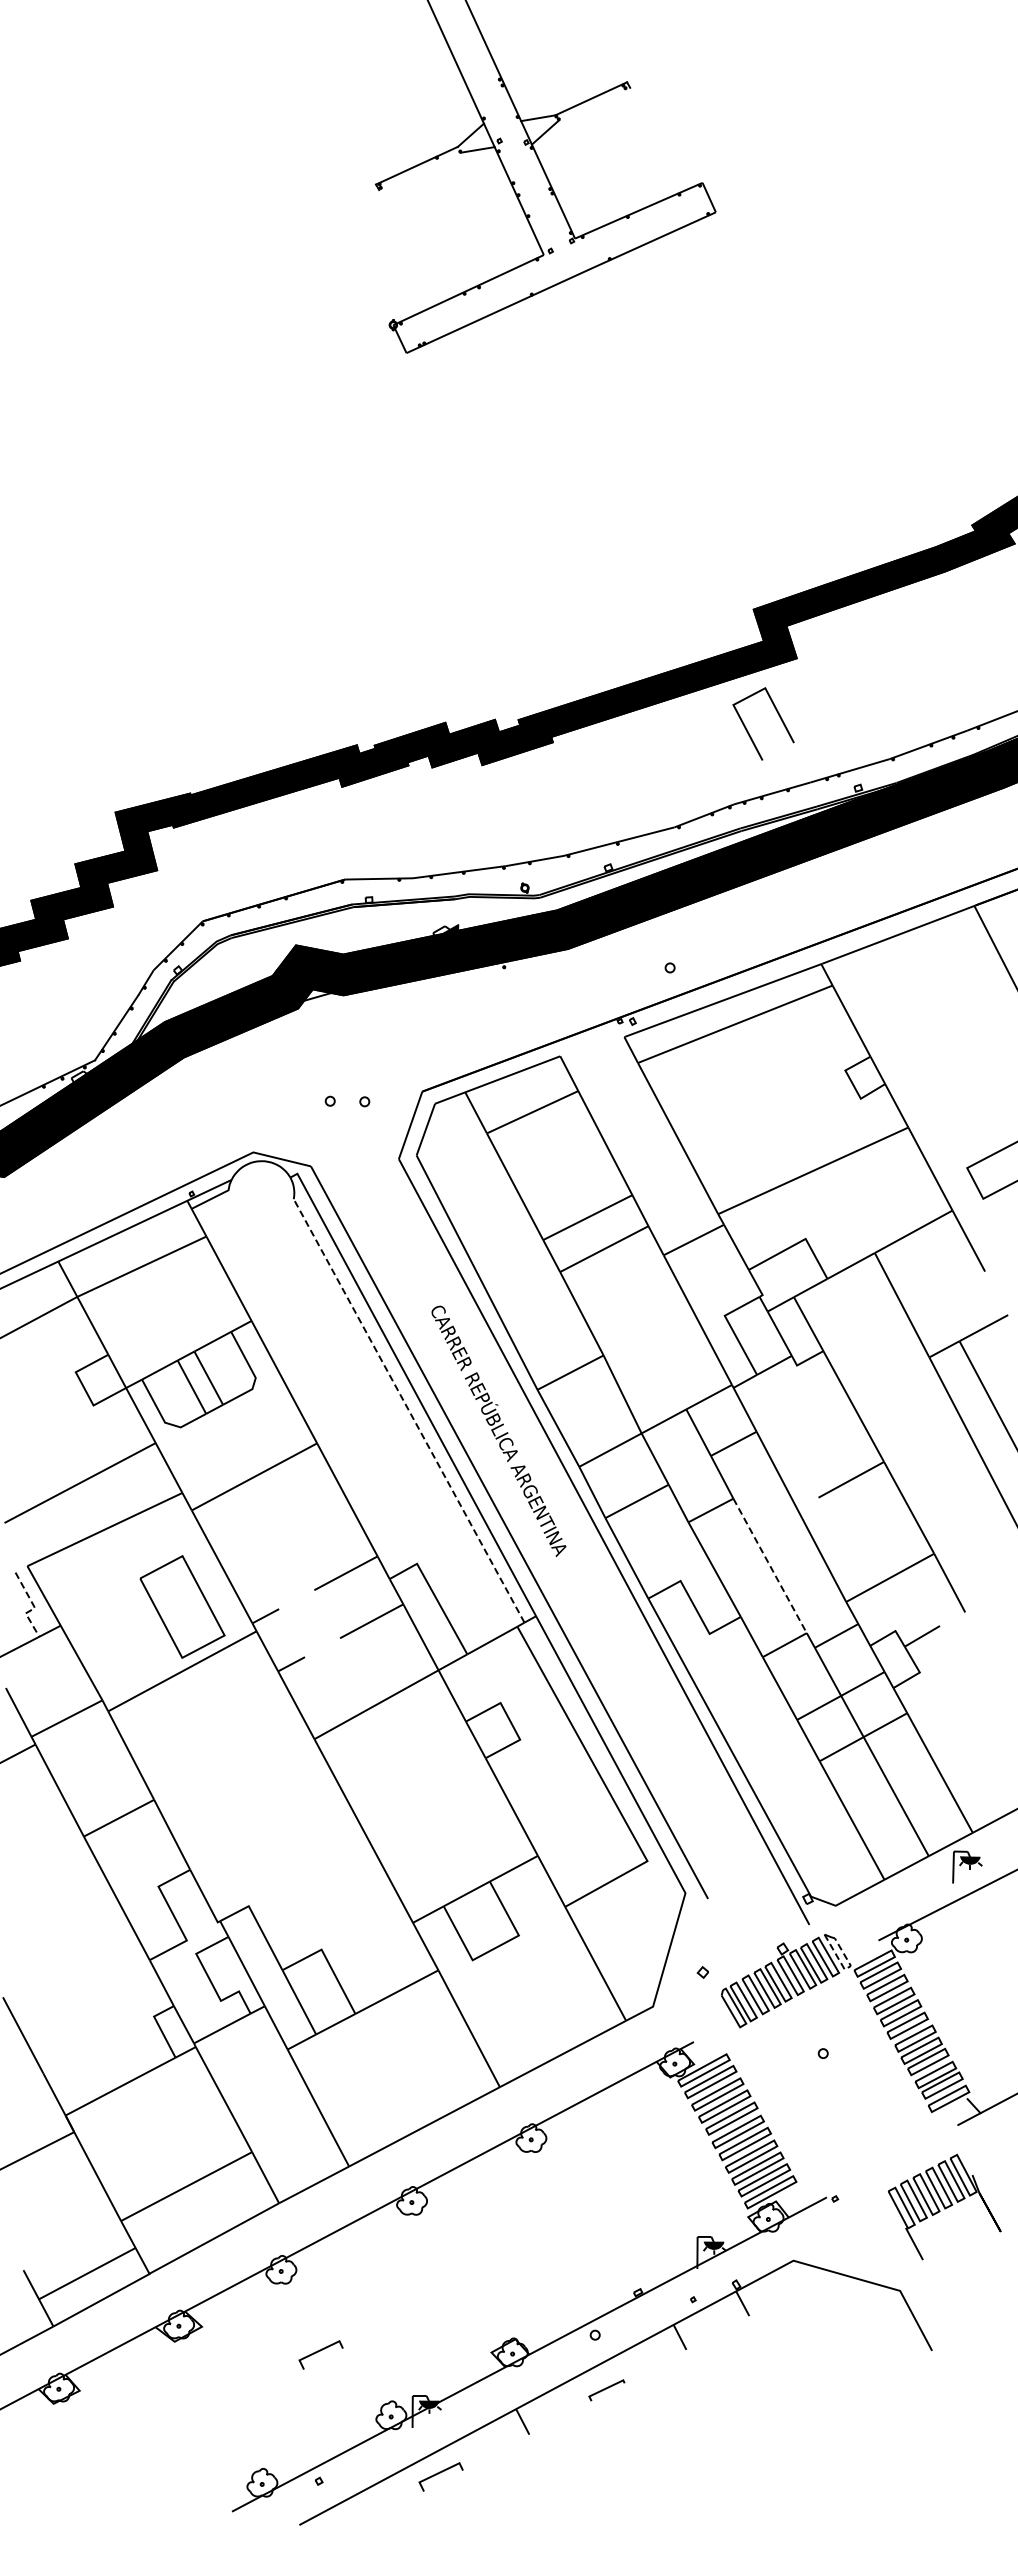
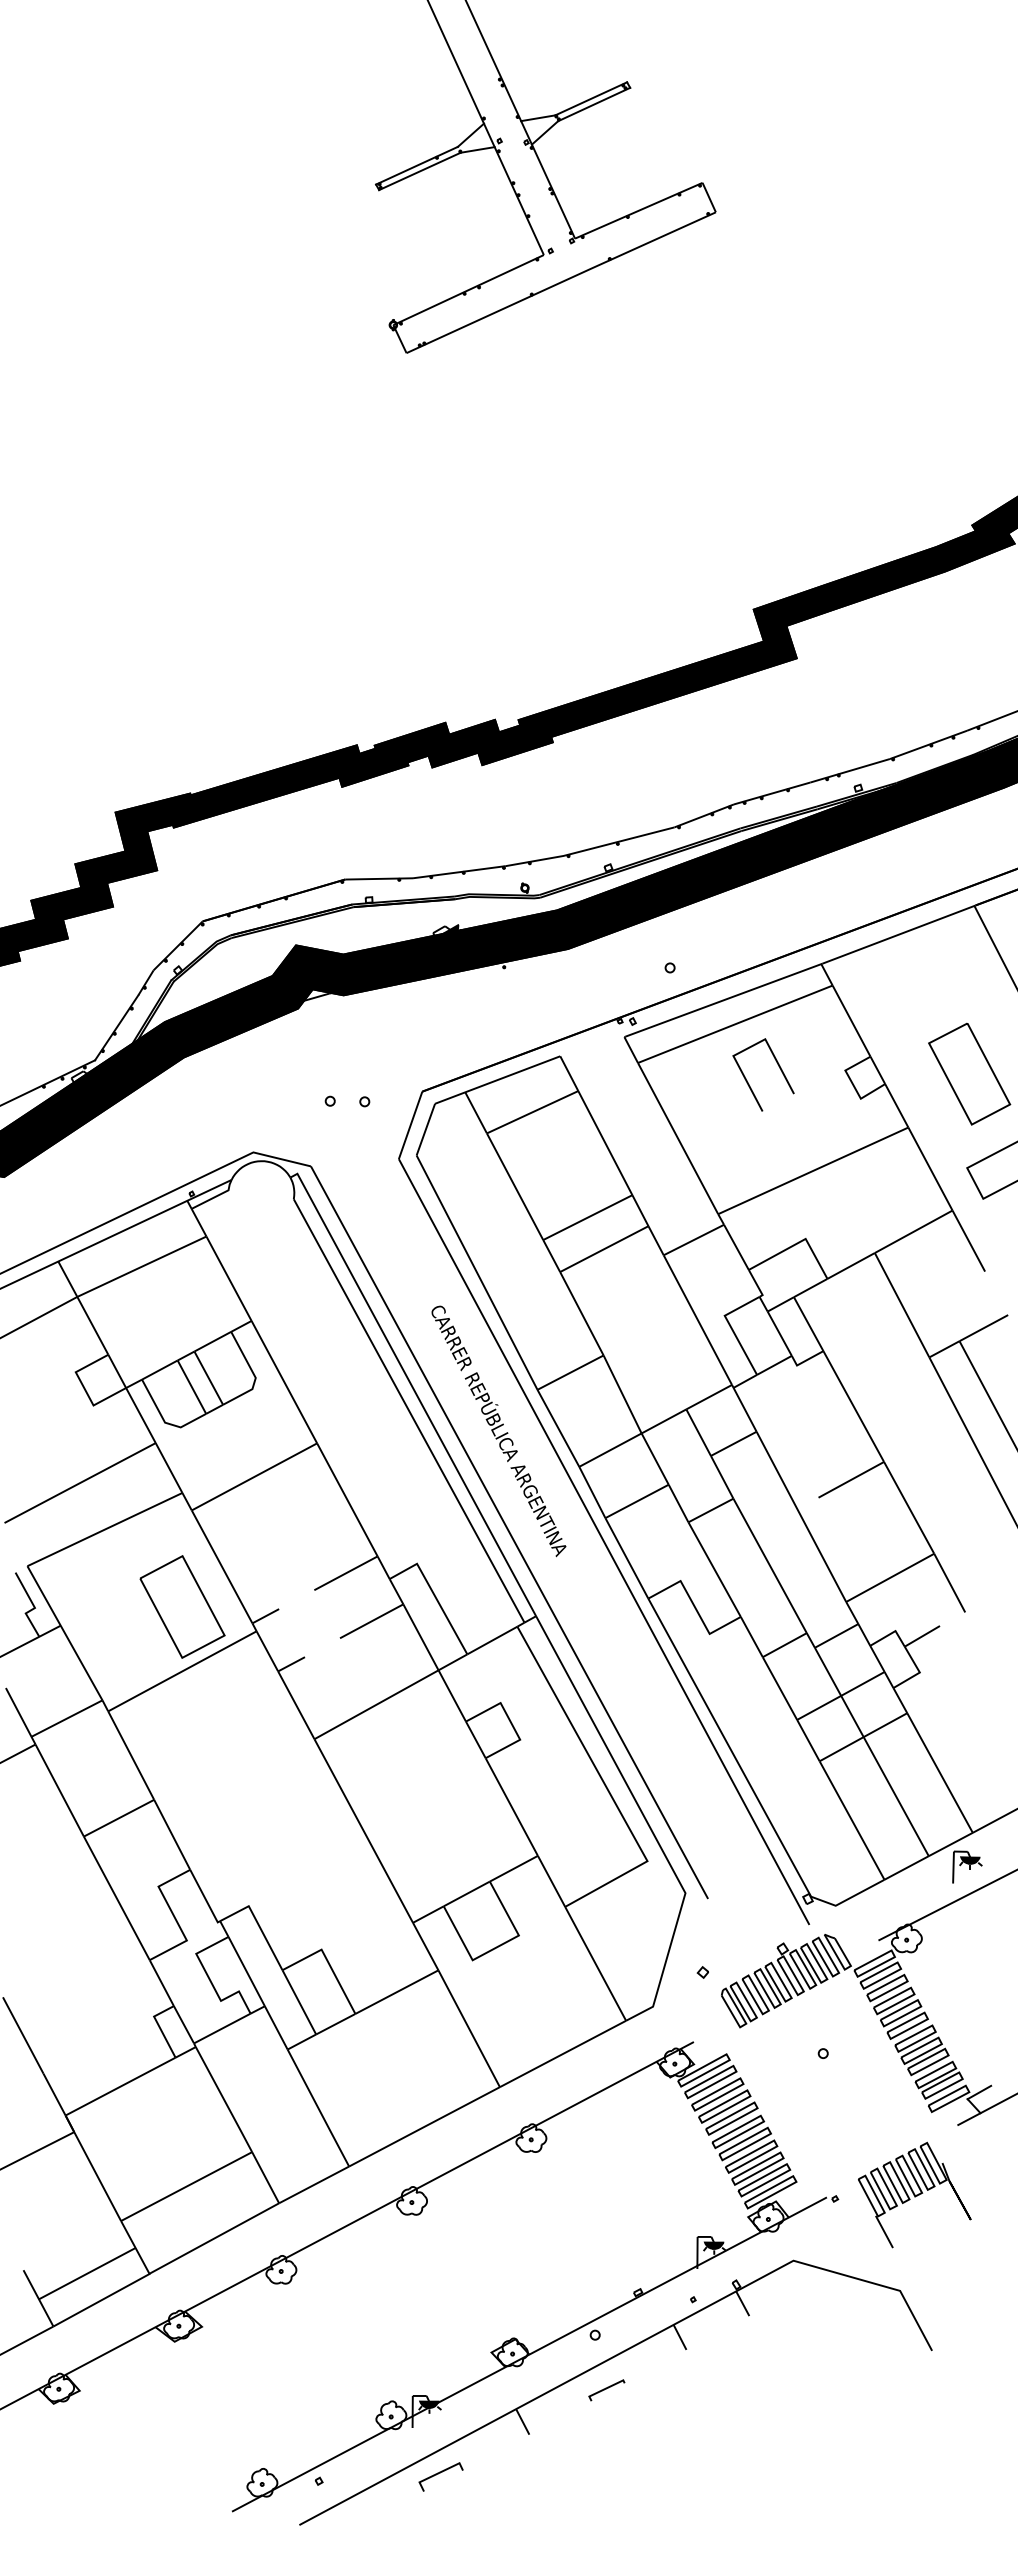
line at (594, 104): none -> present
line at (419, 171): none -> present
line at (778, 715) position: (778, 715) -> (778, 1066)
part at (969, 1073): none -> present
line at (408, 1410): dashed -> solid
line at (770, 1565): dashed -> solid
line at (35, 1607): dashed -> solid
line at (844, 1969): dashed -> solid
line at (979, 2092): none -> present
part at (944, 2206) position: (944, 2206) -> (914, 2194)
line at (318, 2352): present -> none
